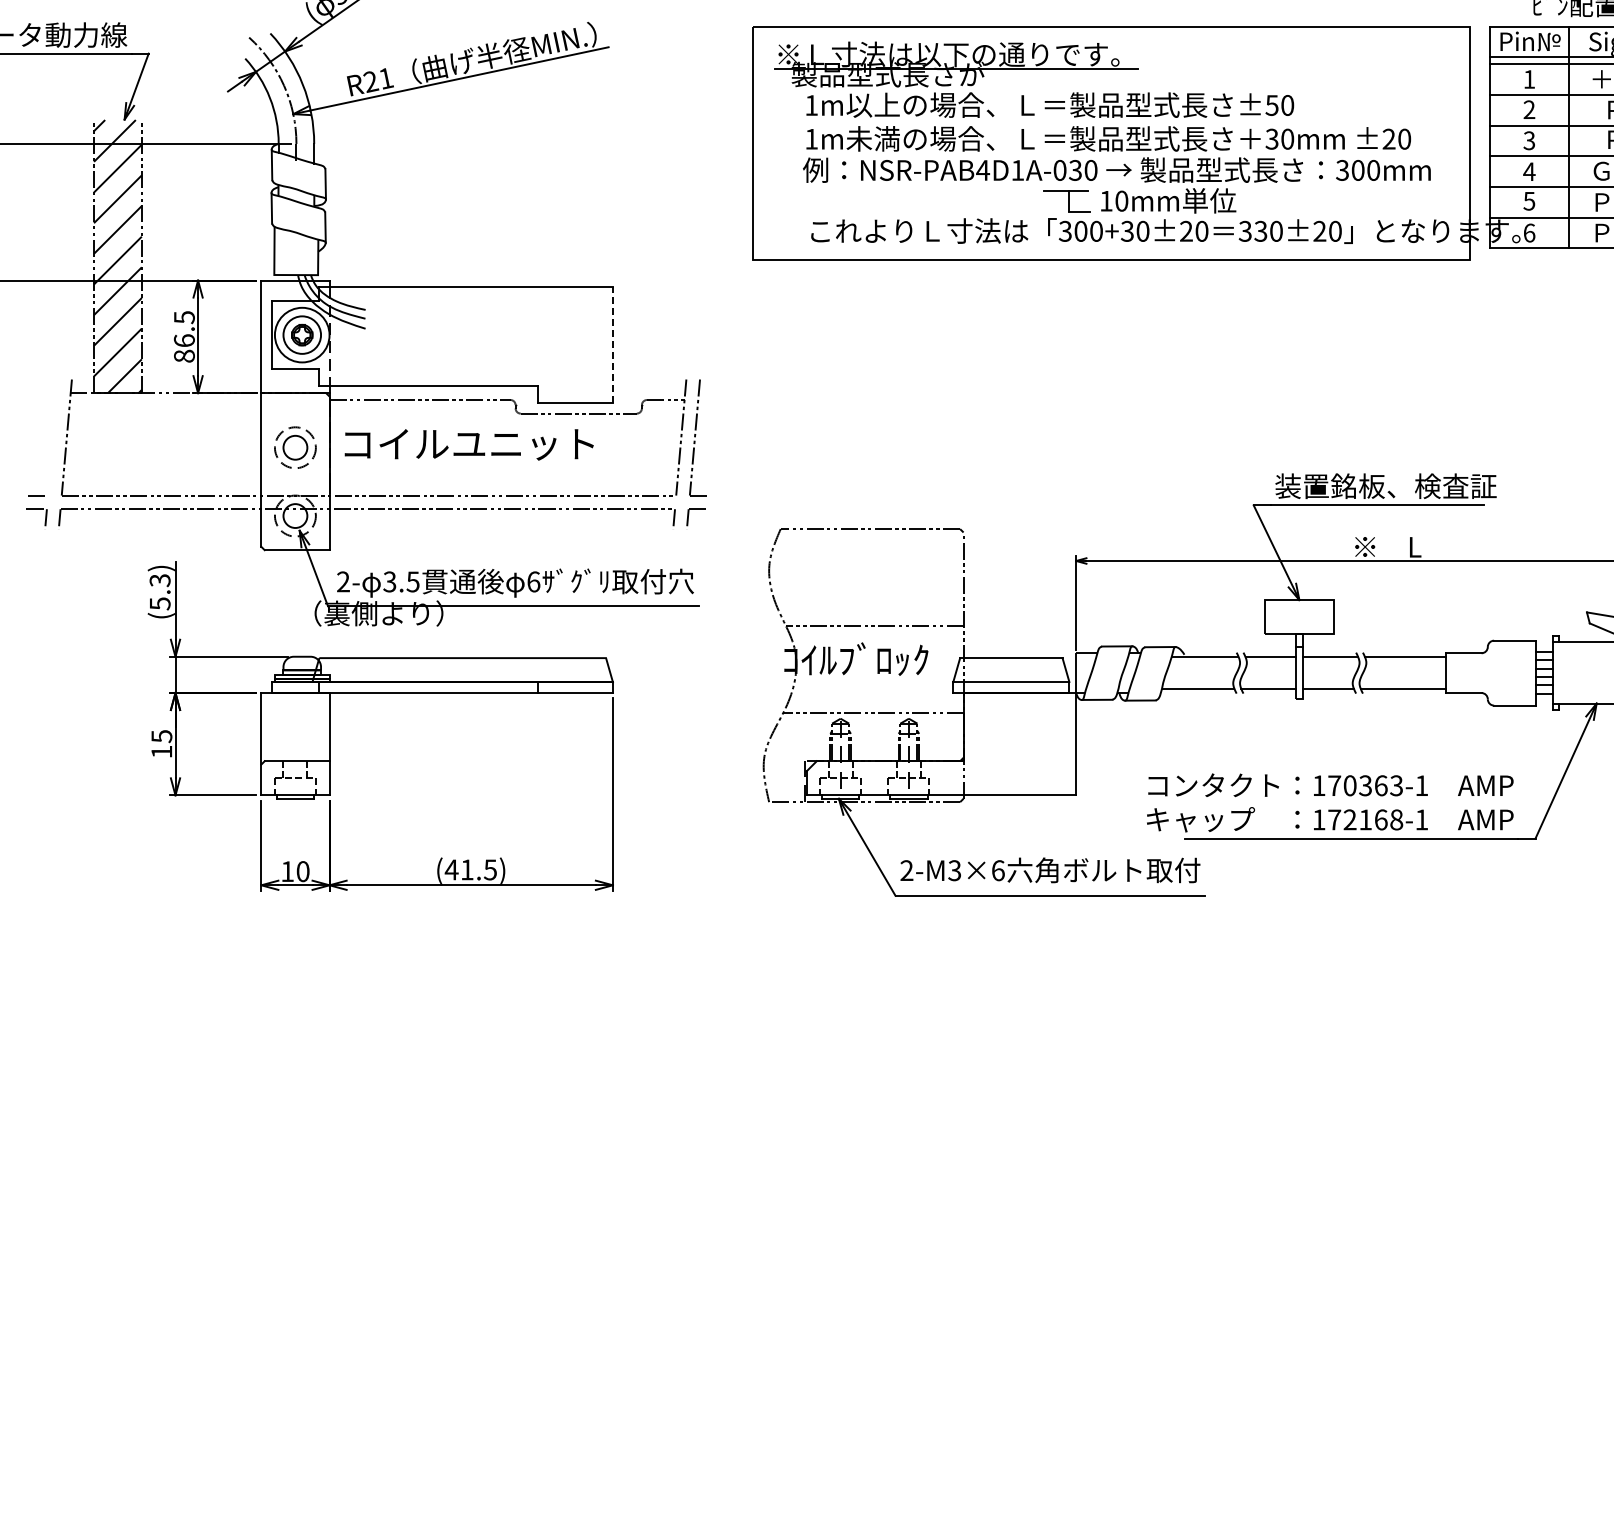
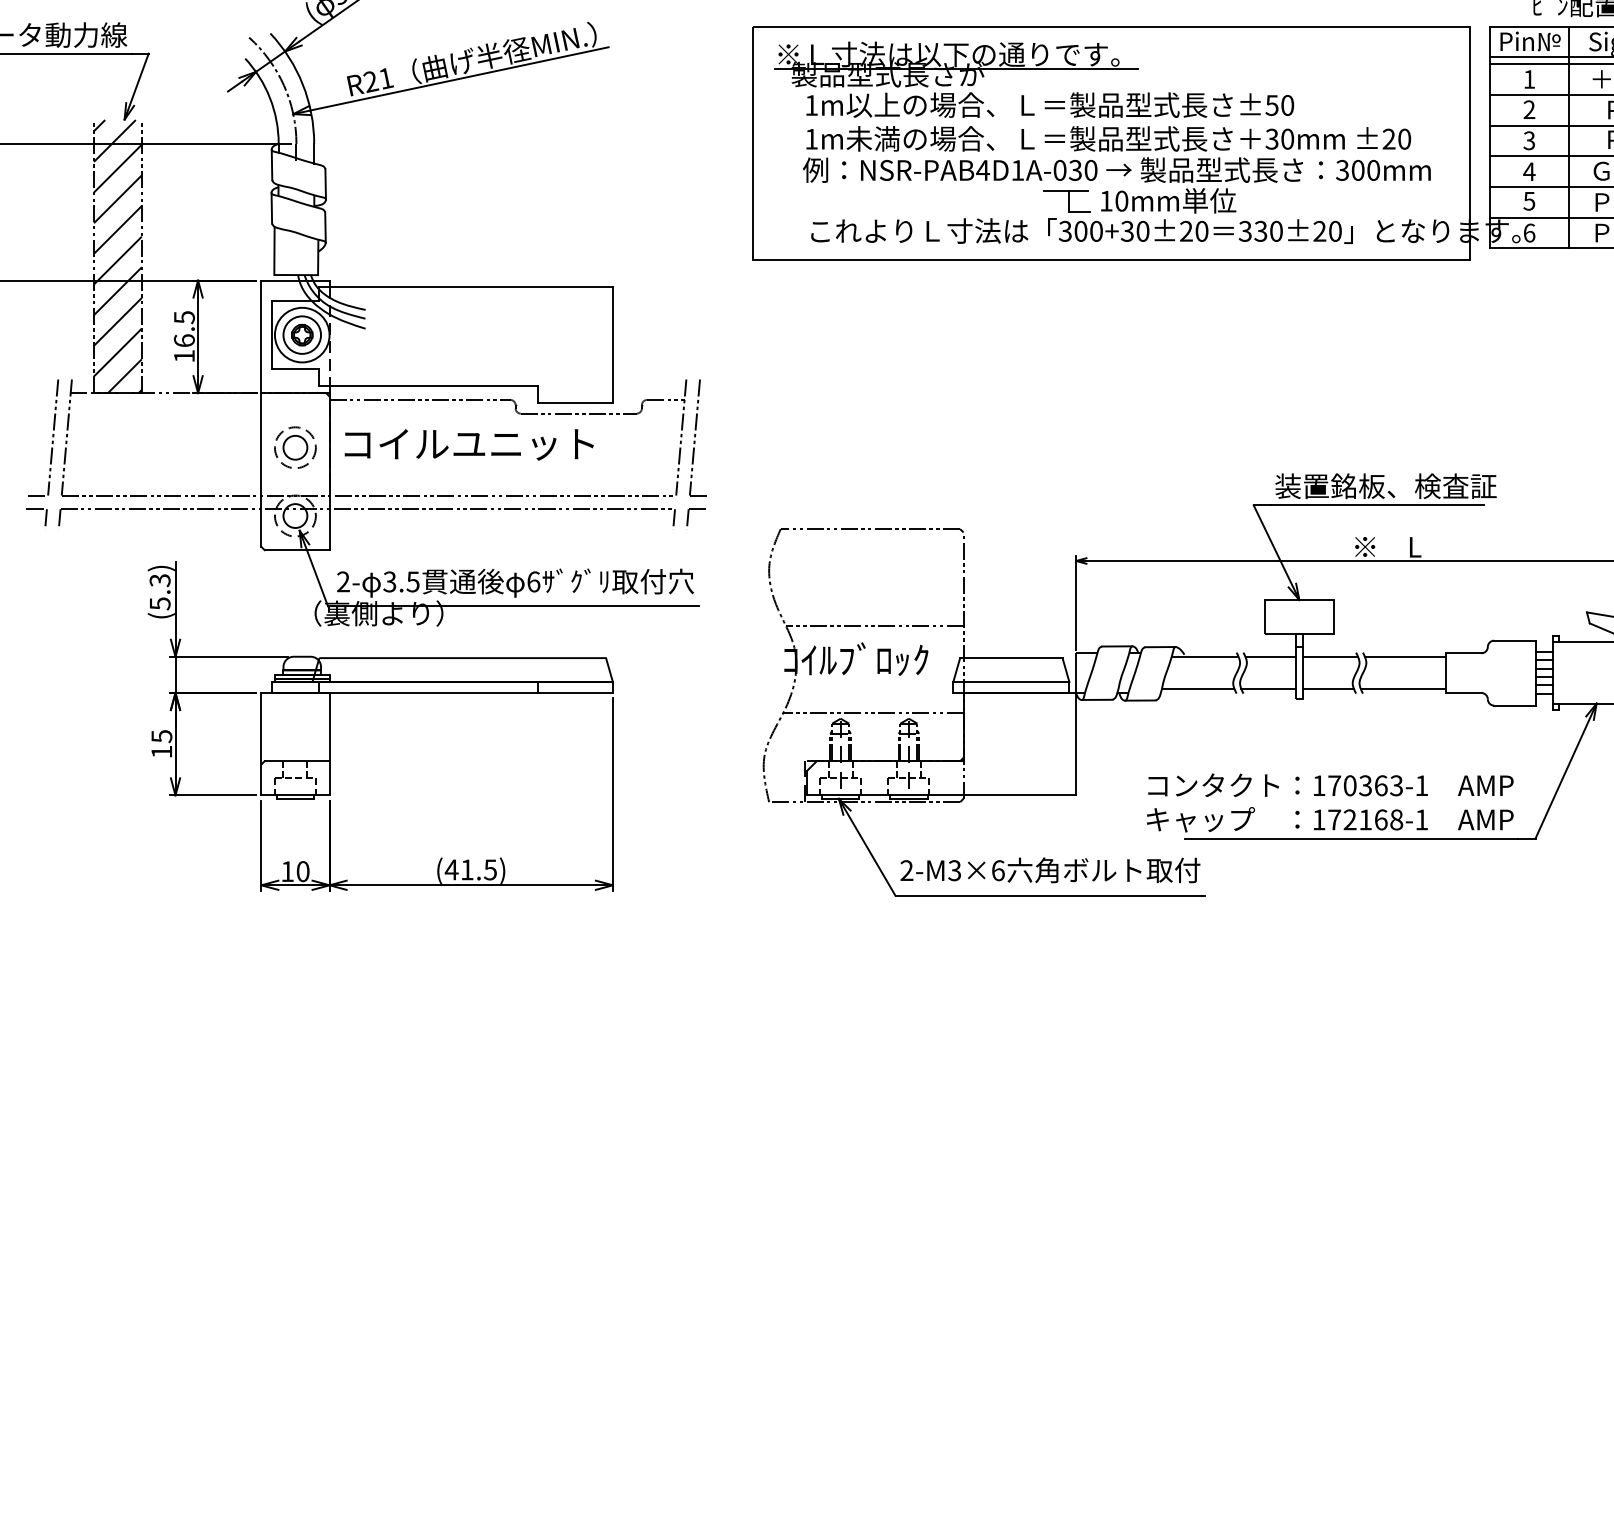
line at (612, 344): dashed -> solid
text at (184, 355): 86.5 -> 16.5
line at (53, 437): none -> present
